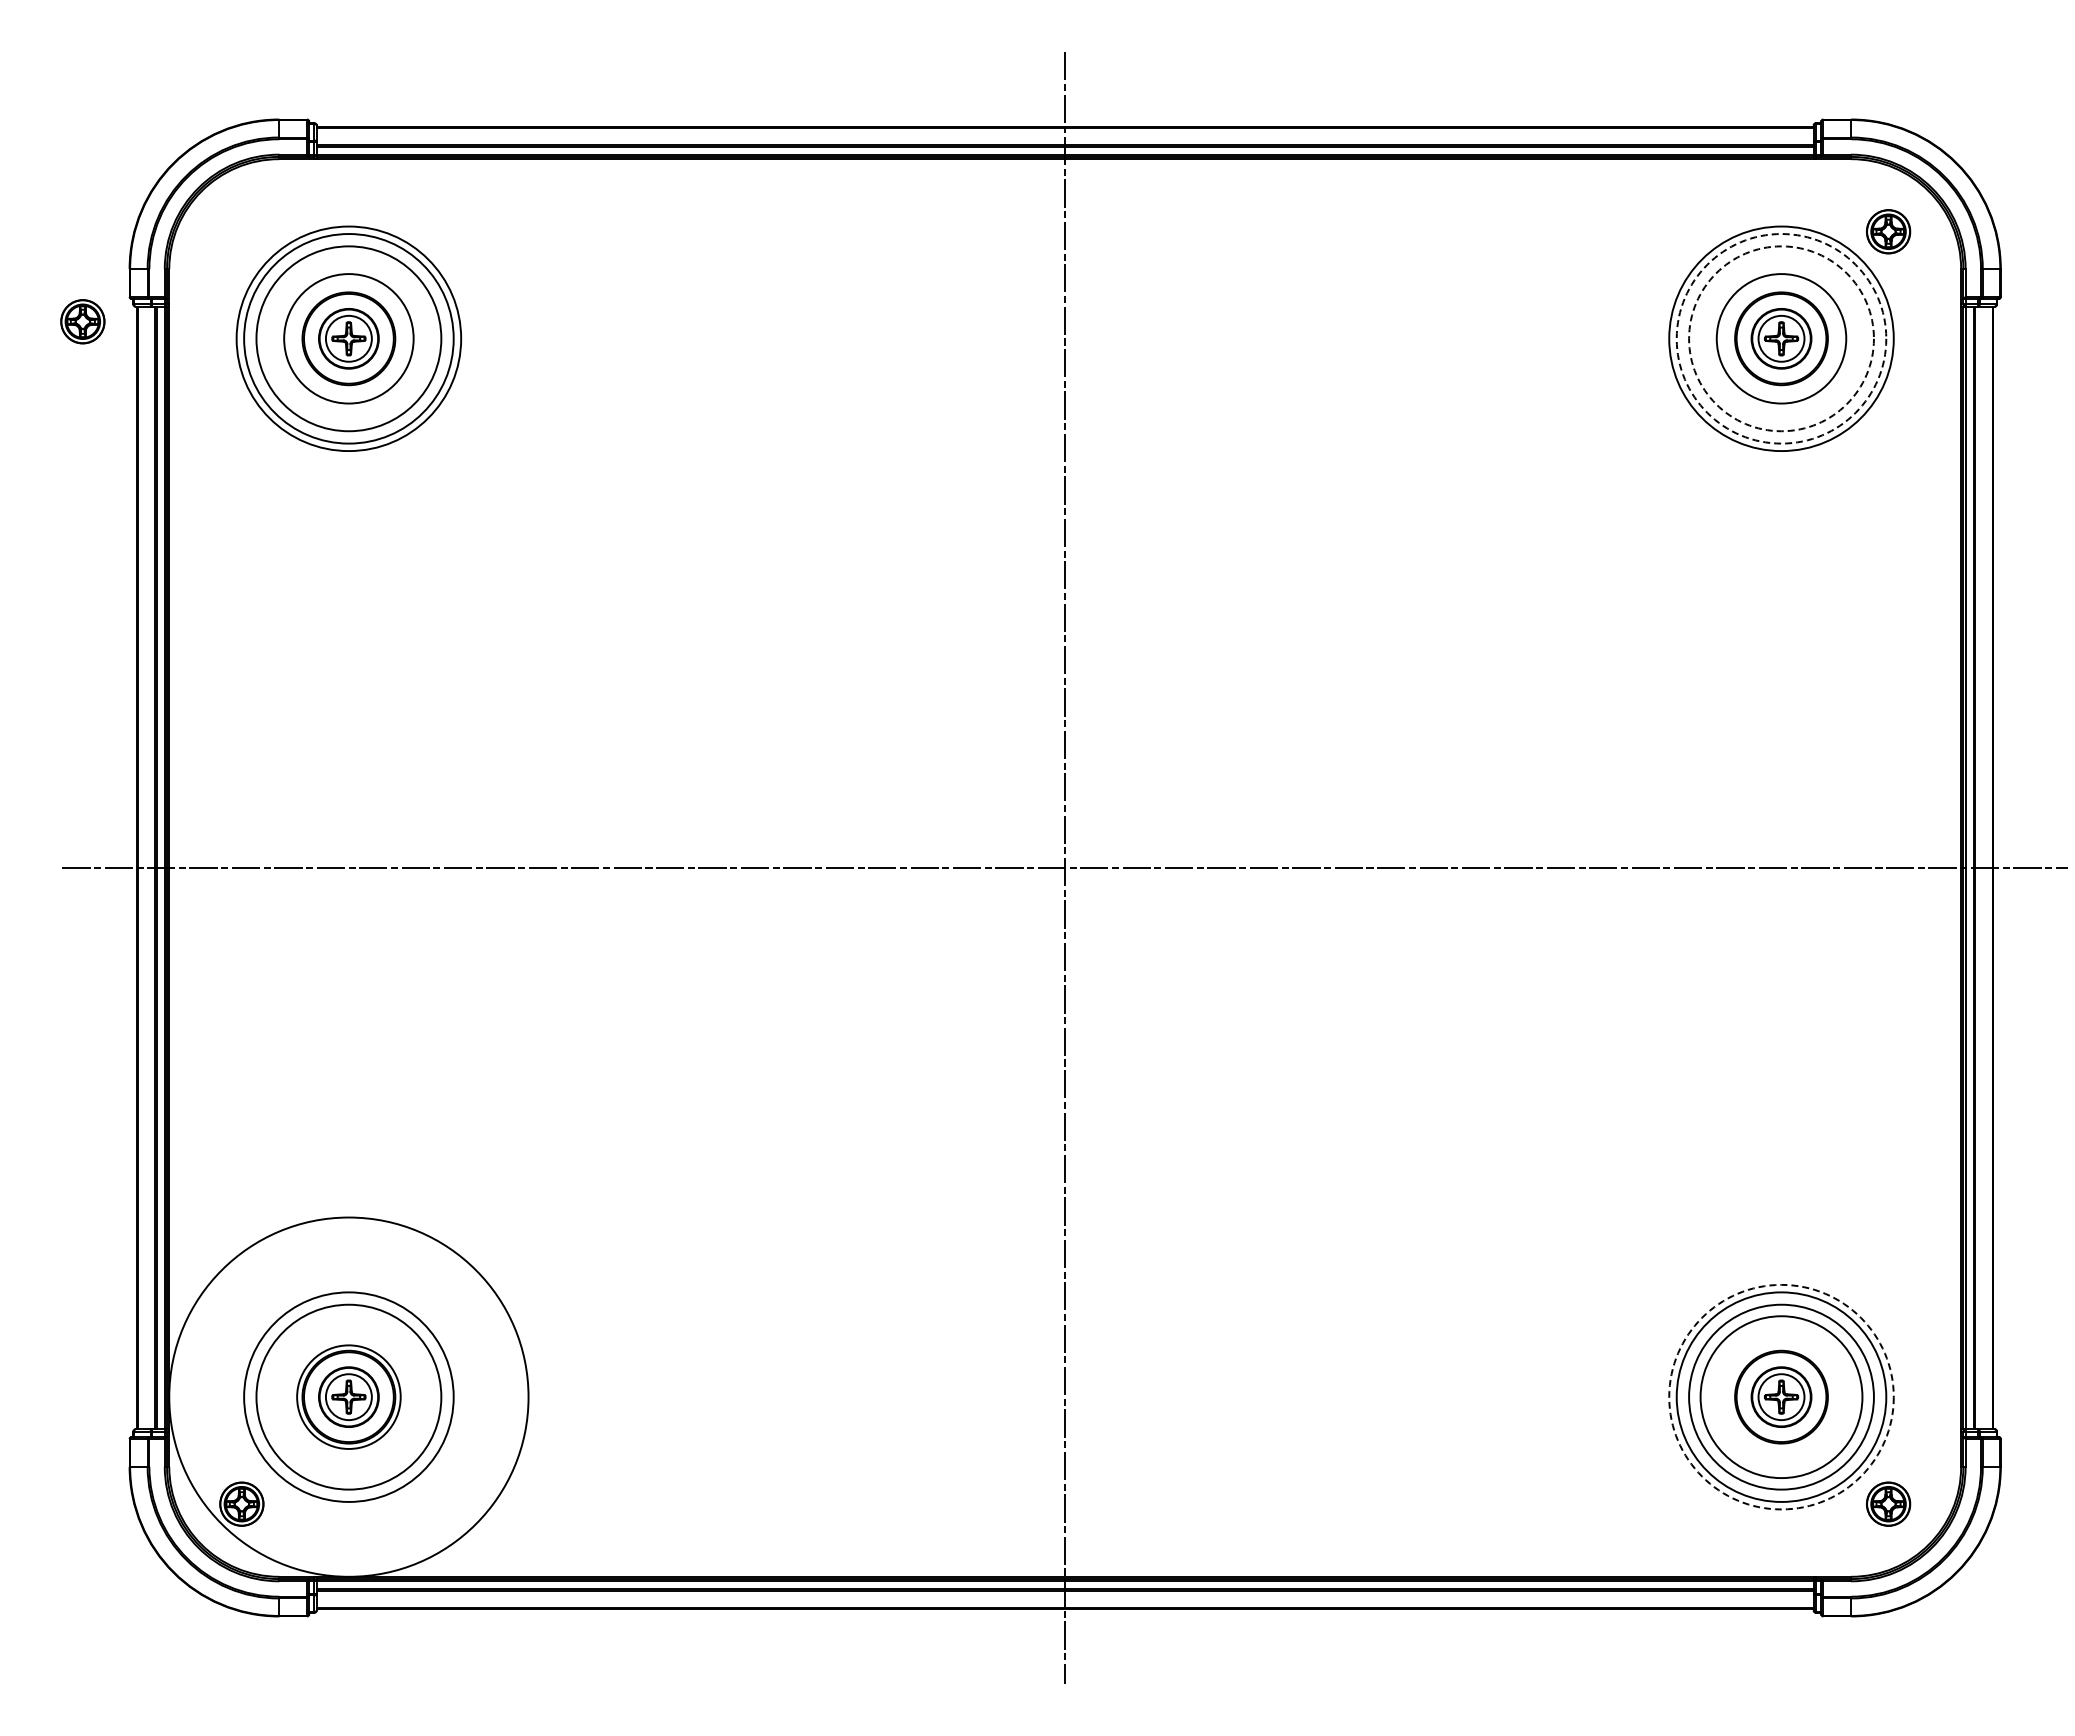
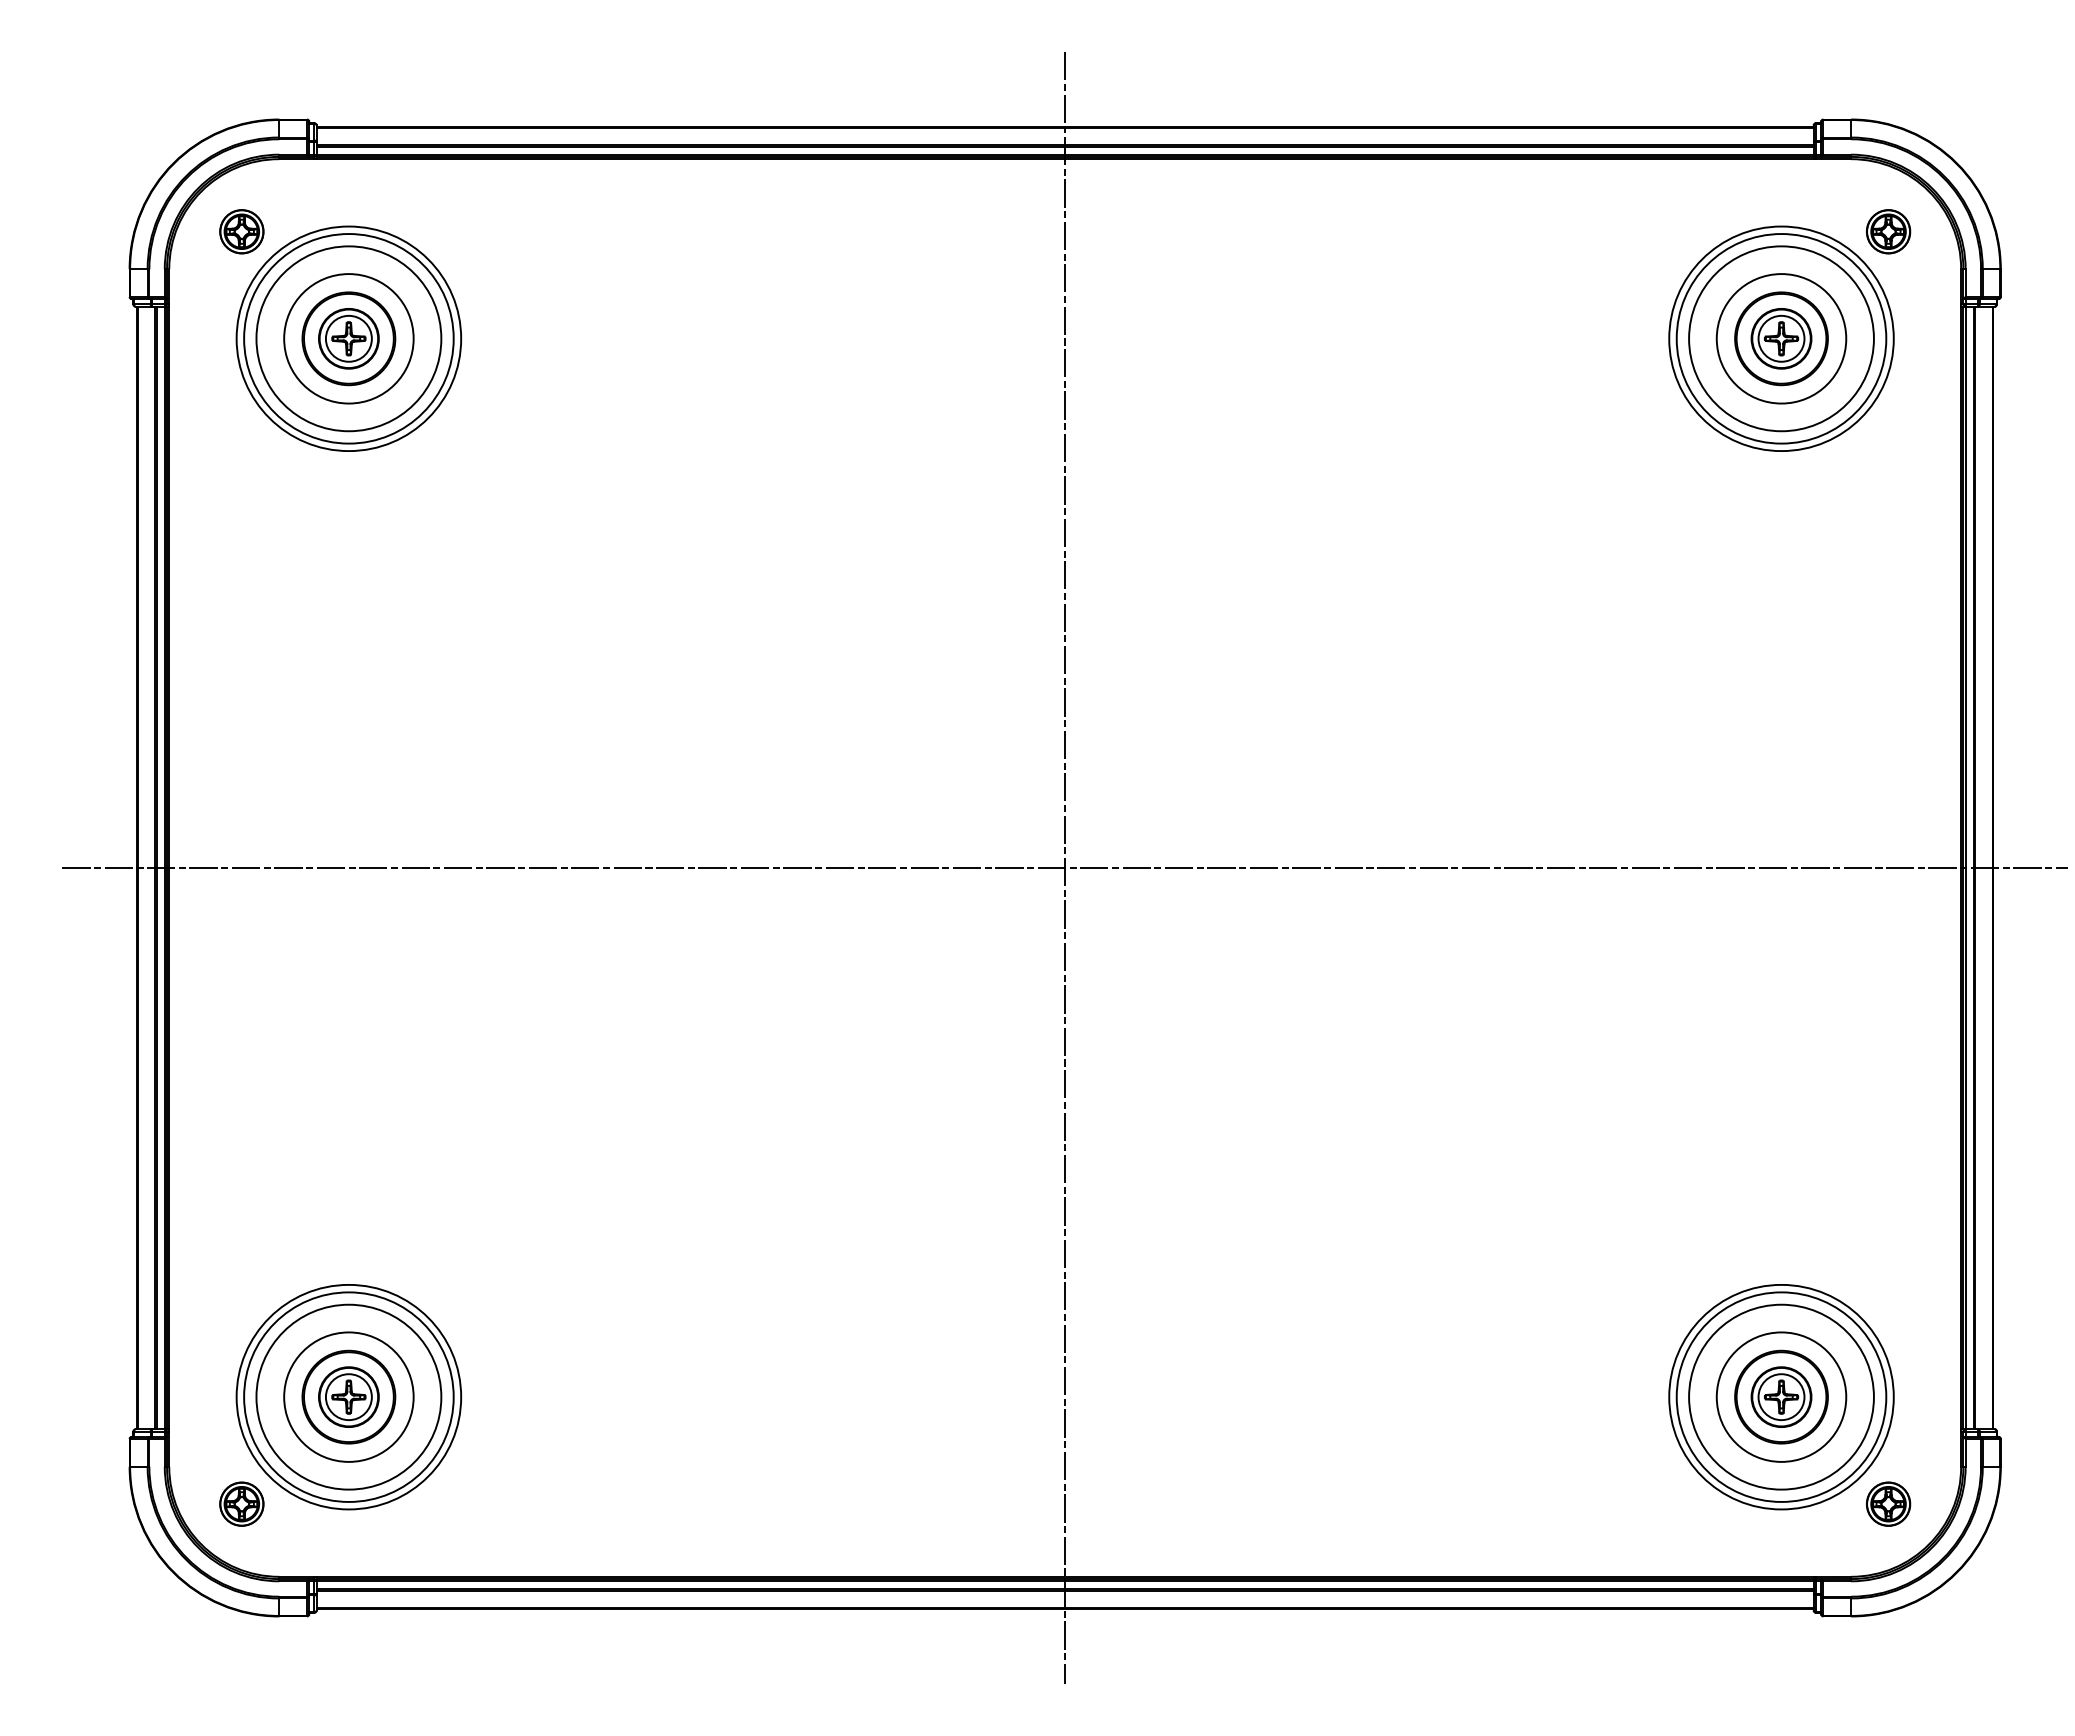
part at (82, 321) position: (82, 321) -> (241, 231)
circle at (1781, 338): dashed -> solid
circle at (1781, 338): dashed -> solid
circle at (348, 1396) diameter: 104 px -> 129 px
circle at (348, 1396) diameter: 359 px -> 225 px
circle at (1781, 1396): dashed -> solid
circle at (1781, 1397) diameter: 162 px -> 129 px
